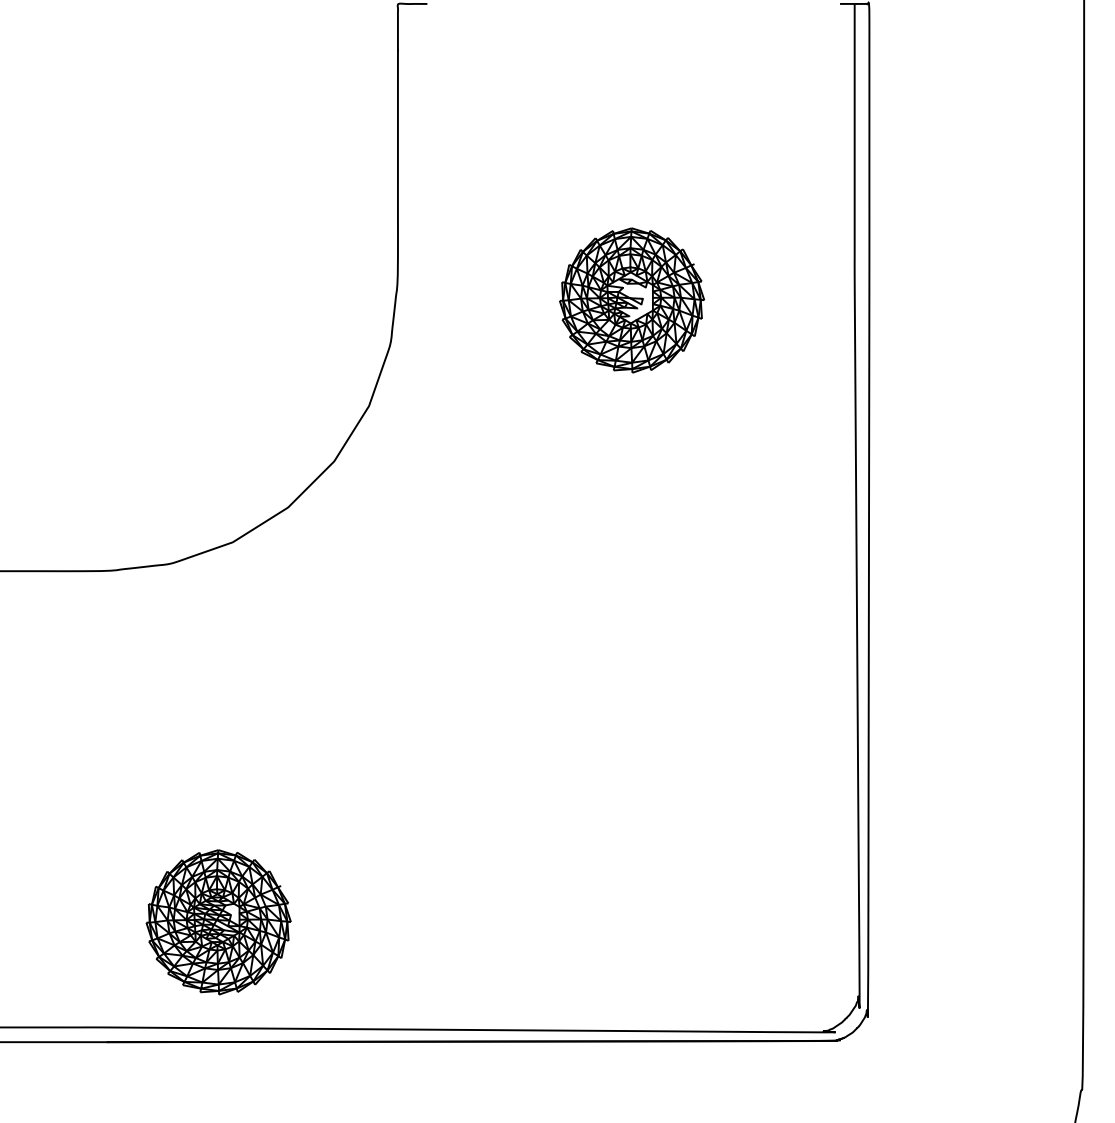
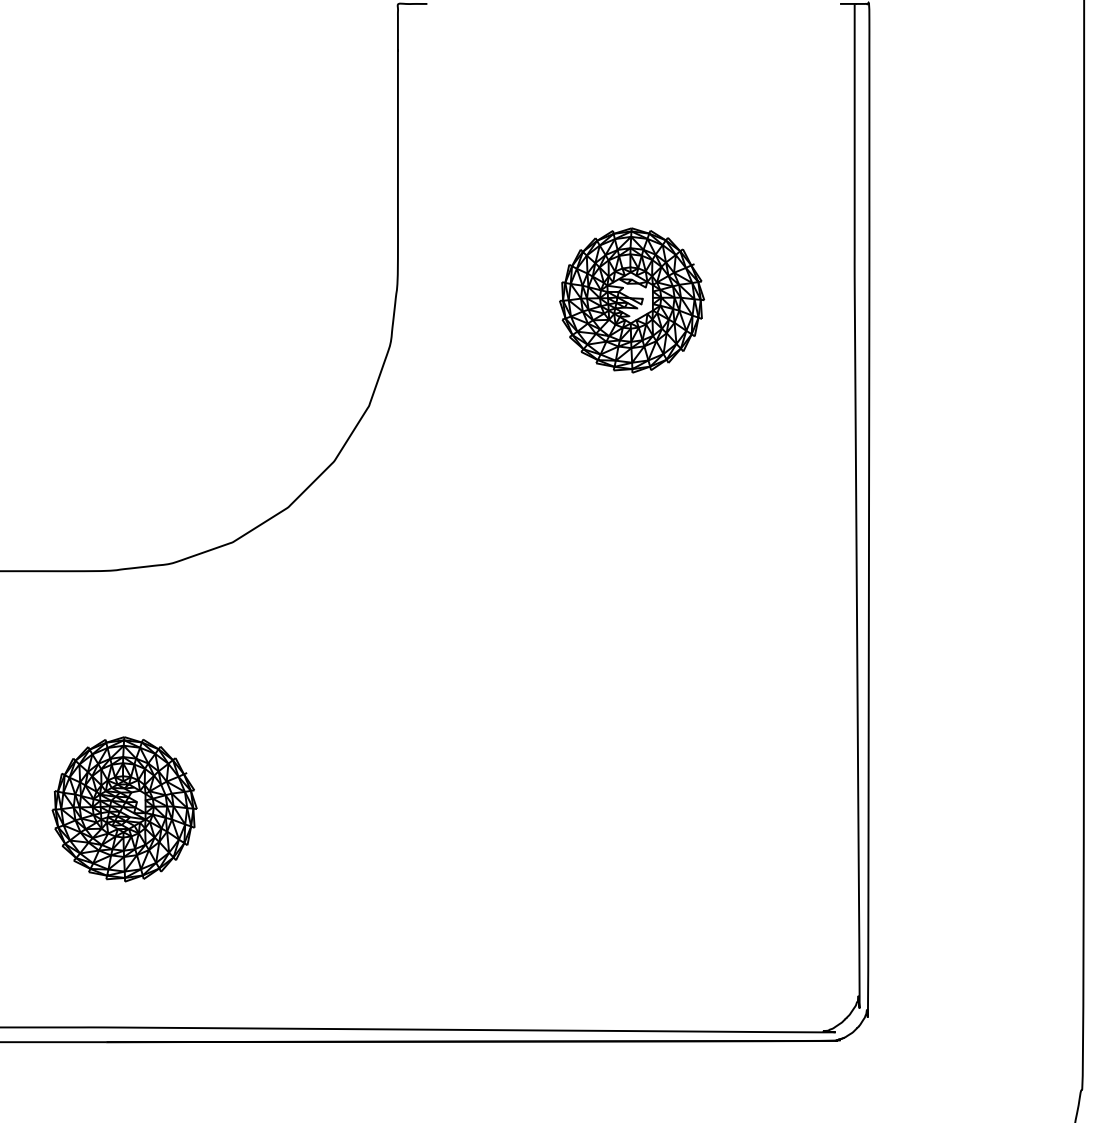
part at (218, 922) position: (218, 922) -> (124, 809)
